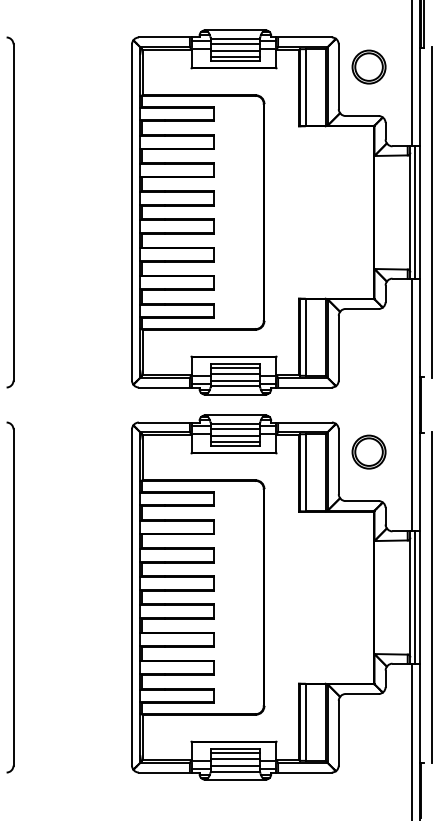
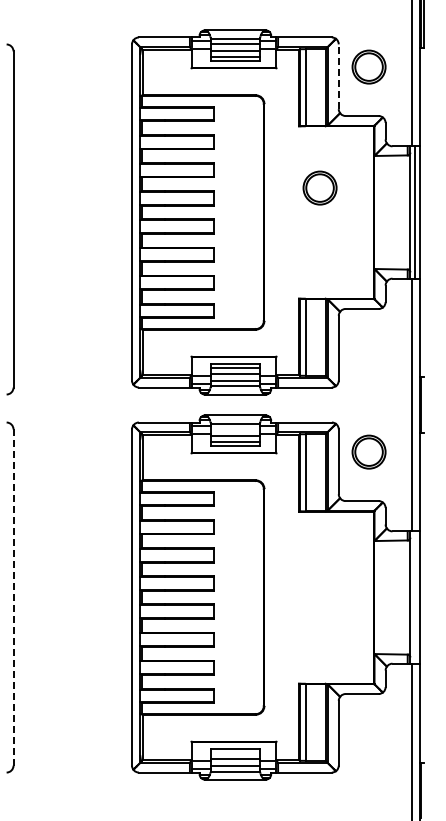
line at (338, 76): solid -> dashed
part at (319, 187): none -> present
part at (10, 212) position: (10, 212) -> (10, 219)
line at (432, 212): present -> none
line at (235, 429): present -> none
line at (13, 597): solid -> dashed
line at (414, 597): present -> none
line at (432, 597): present -> none
line at (235, 752): present -> none
